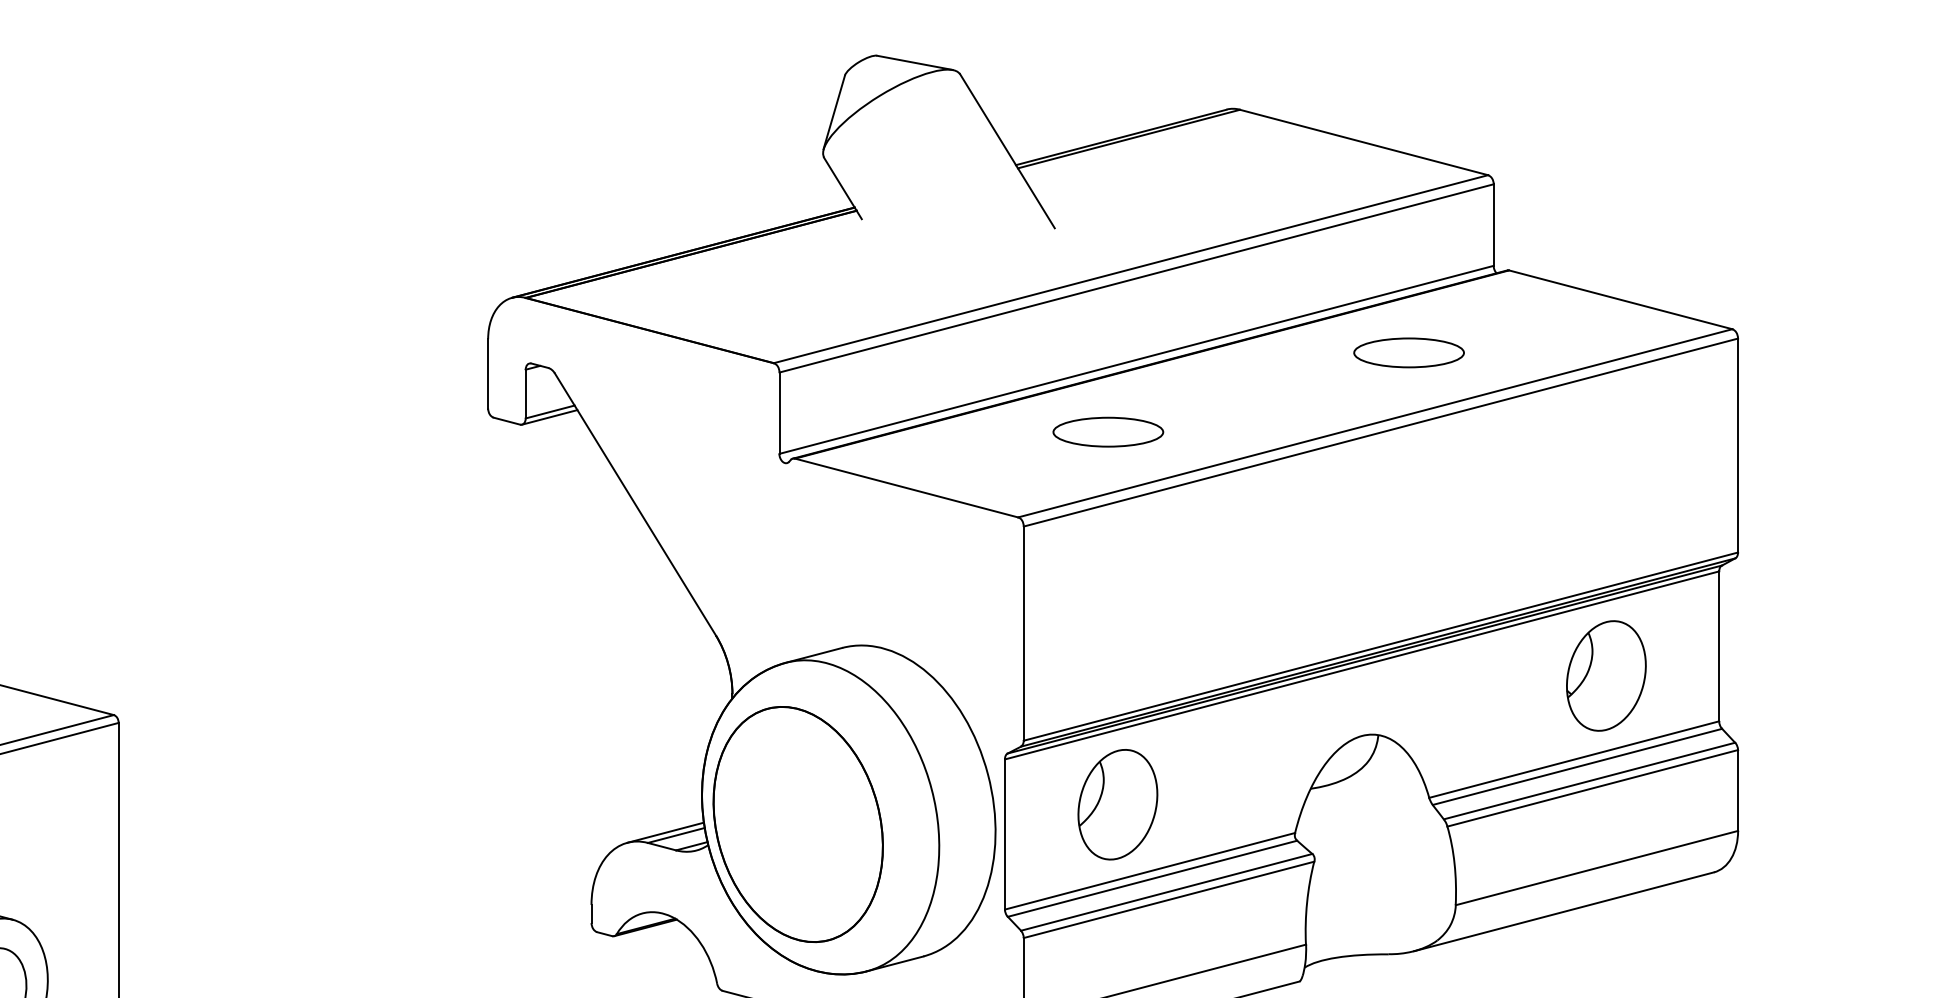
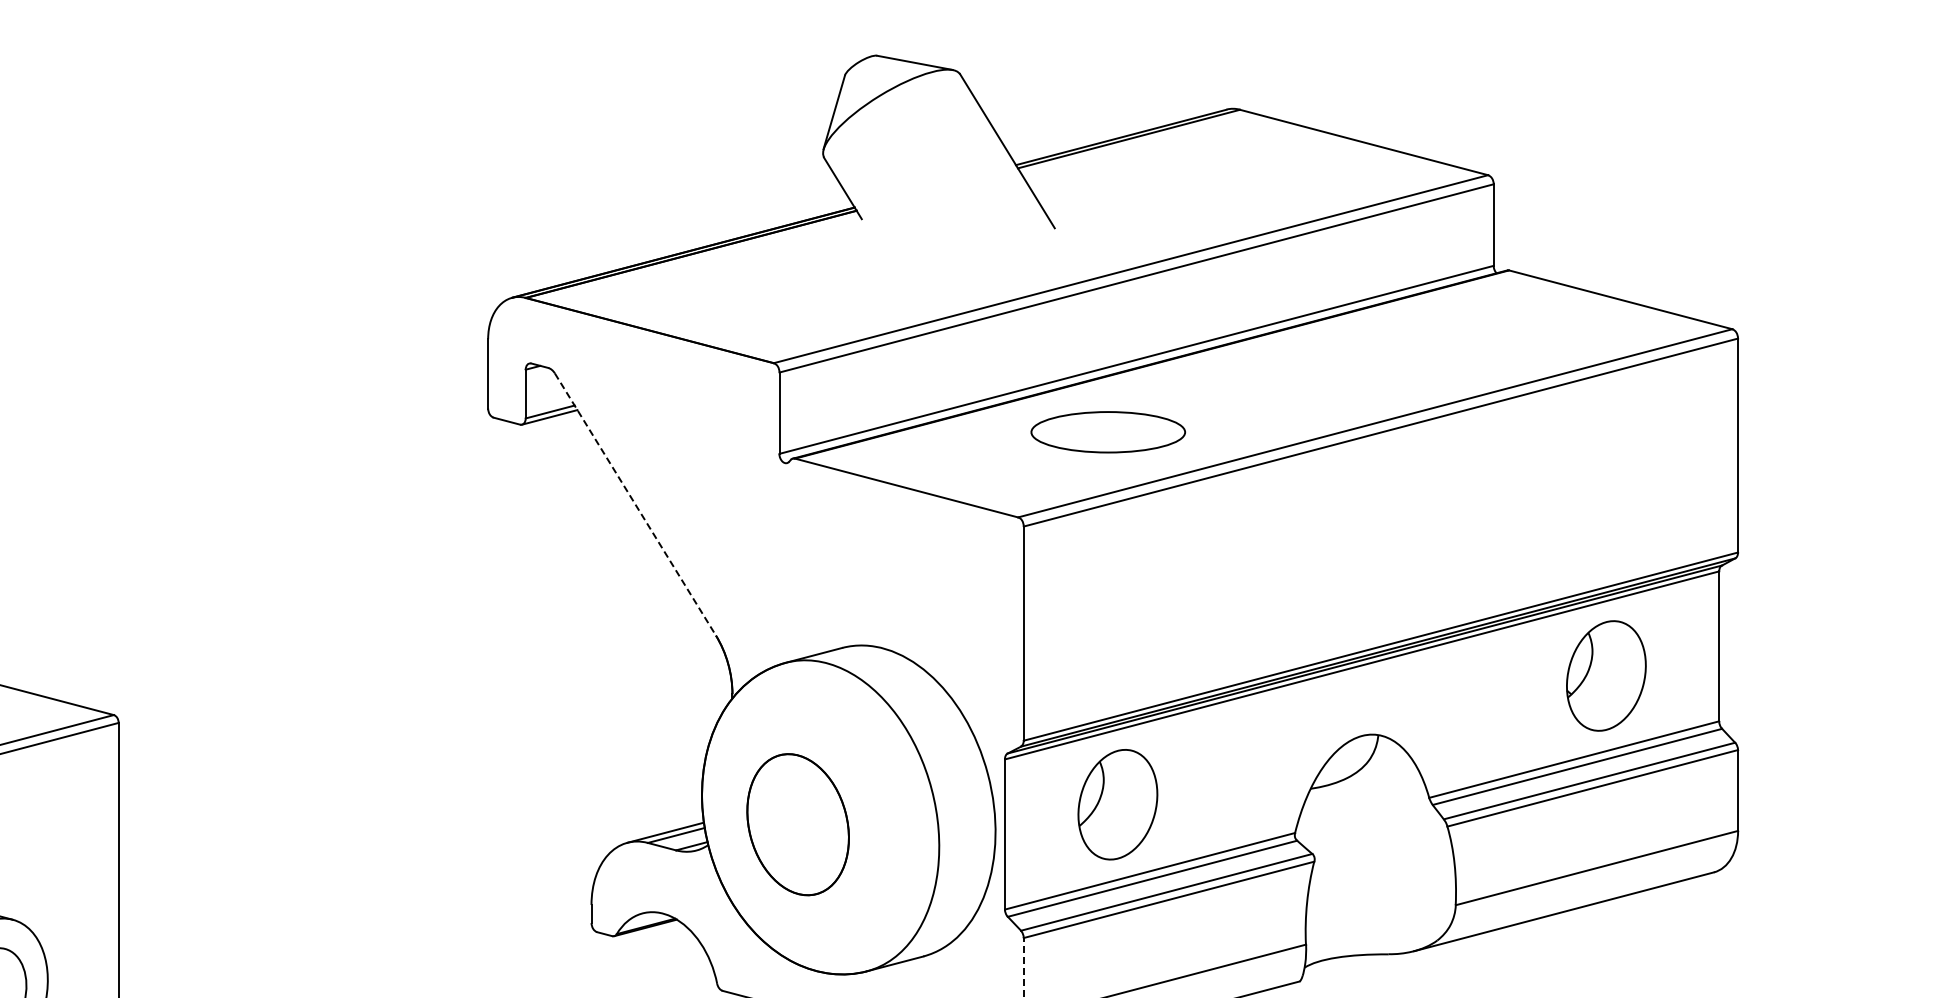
part at (1408, 352): present -> none
part at (1108, 431) size: 113x32 px -> 157x43 px
line at (635, 504): solid -> dashed
part at (797, 824) size: 172x238 px -> 104x144 px
line at (1023, 967): solid -> dashed
